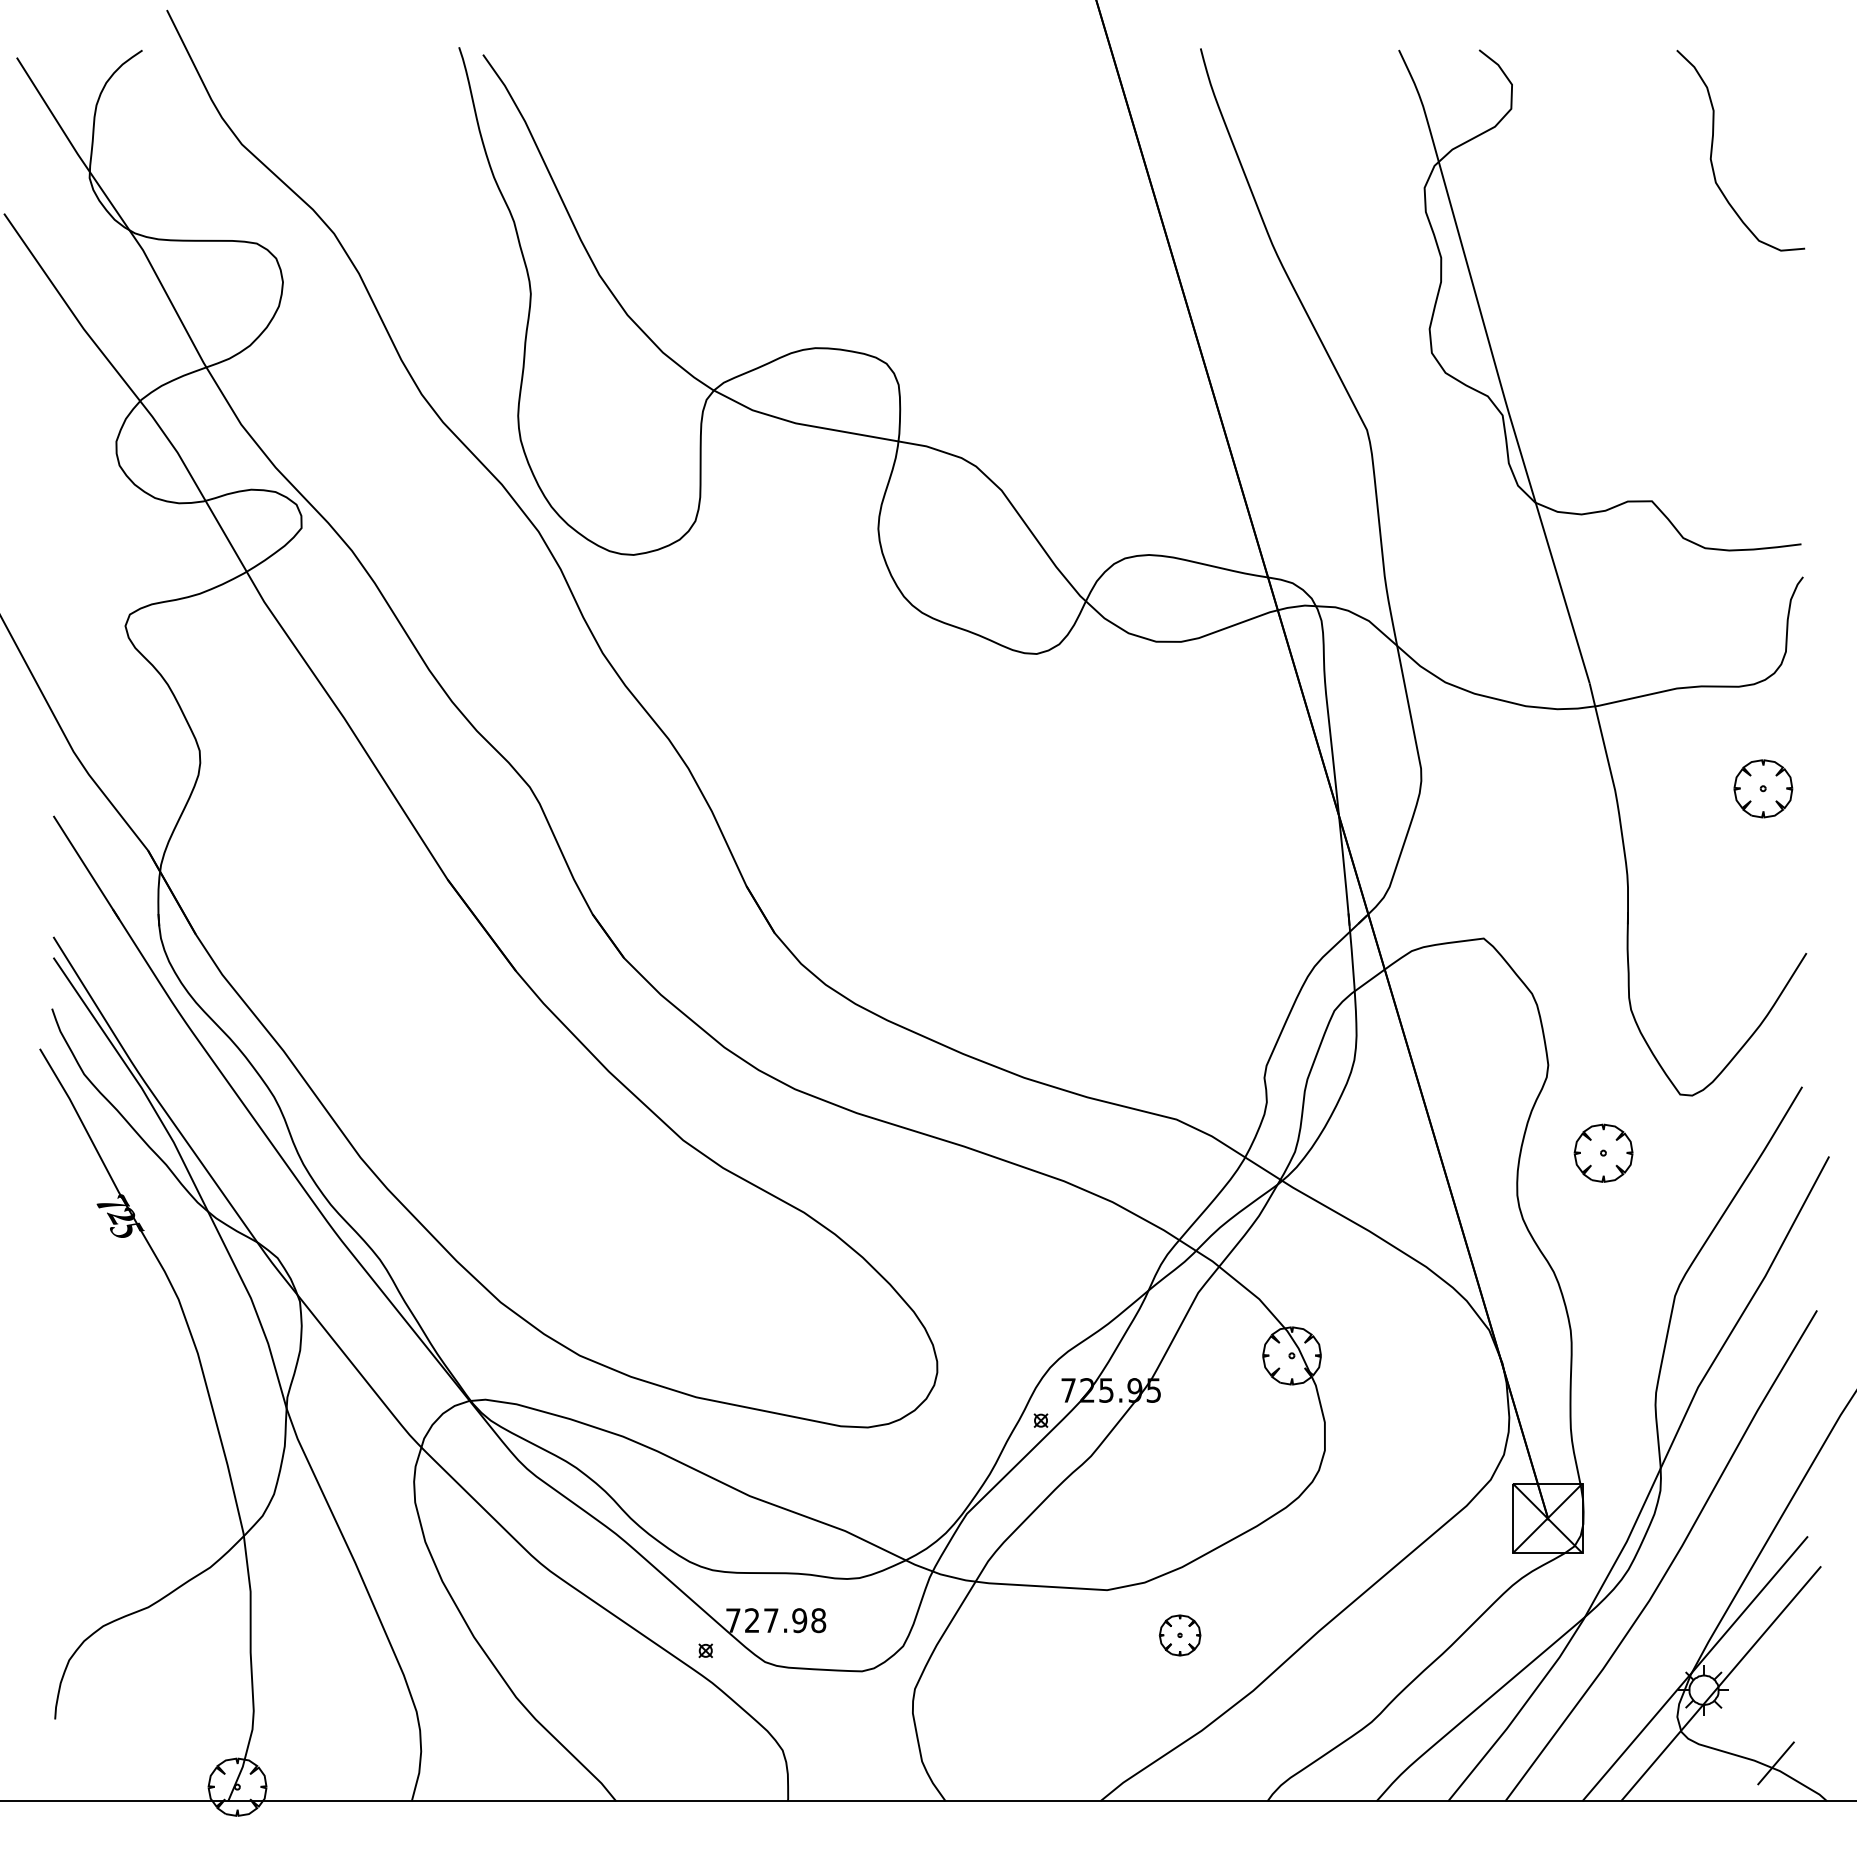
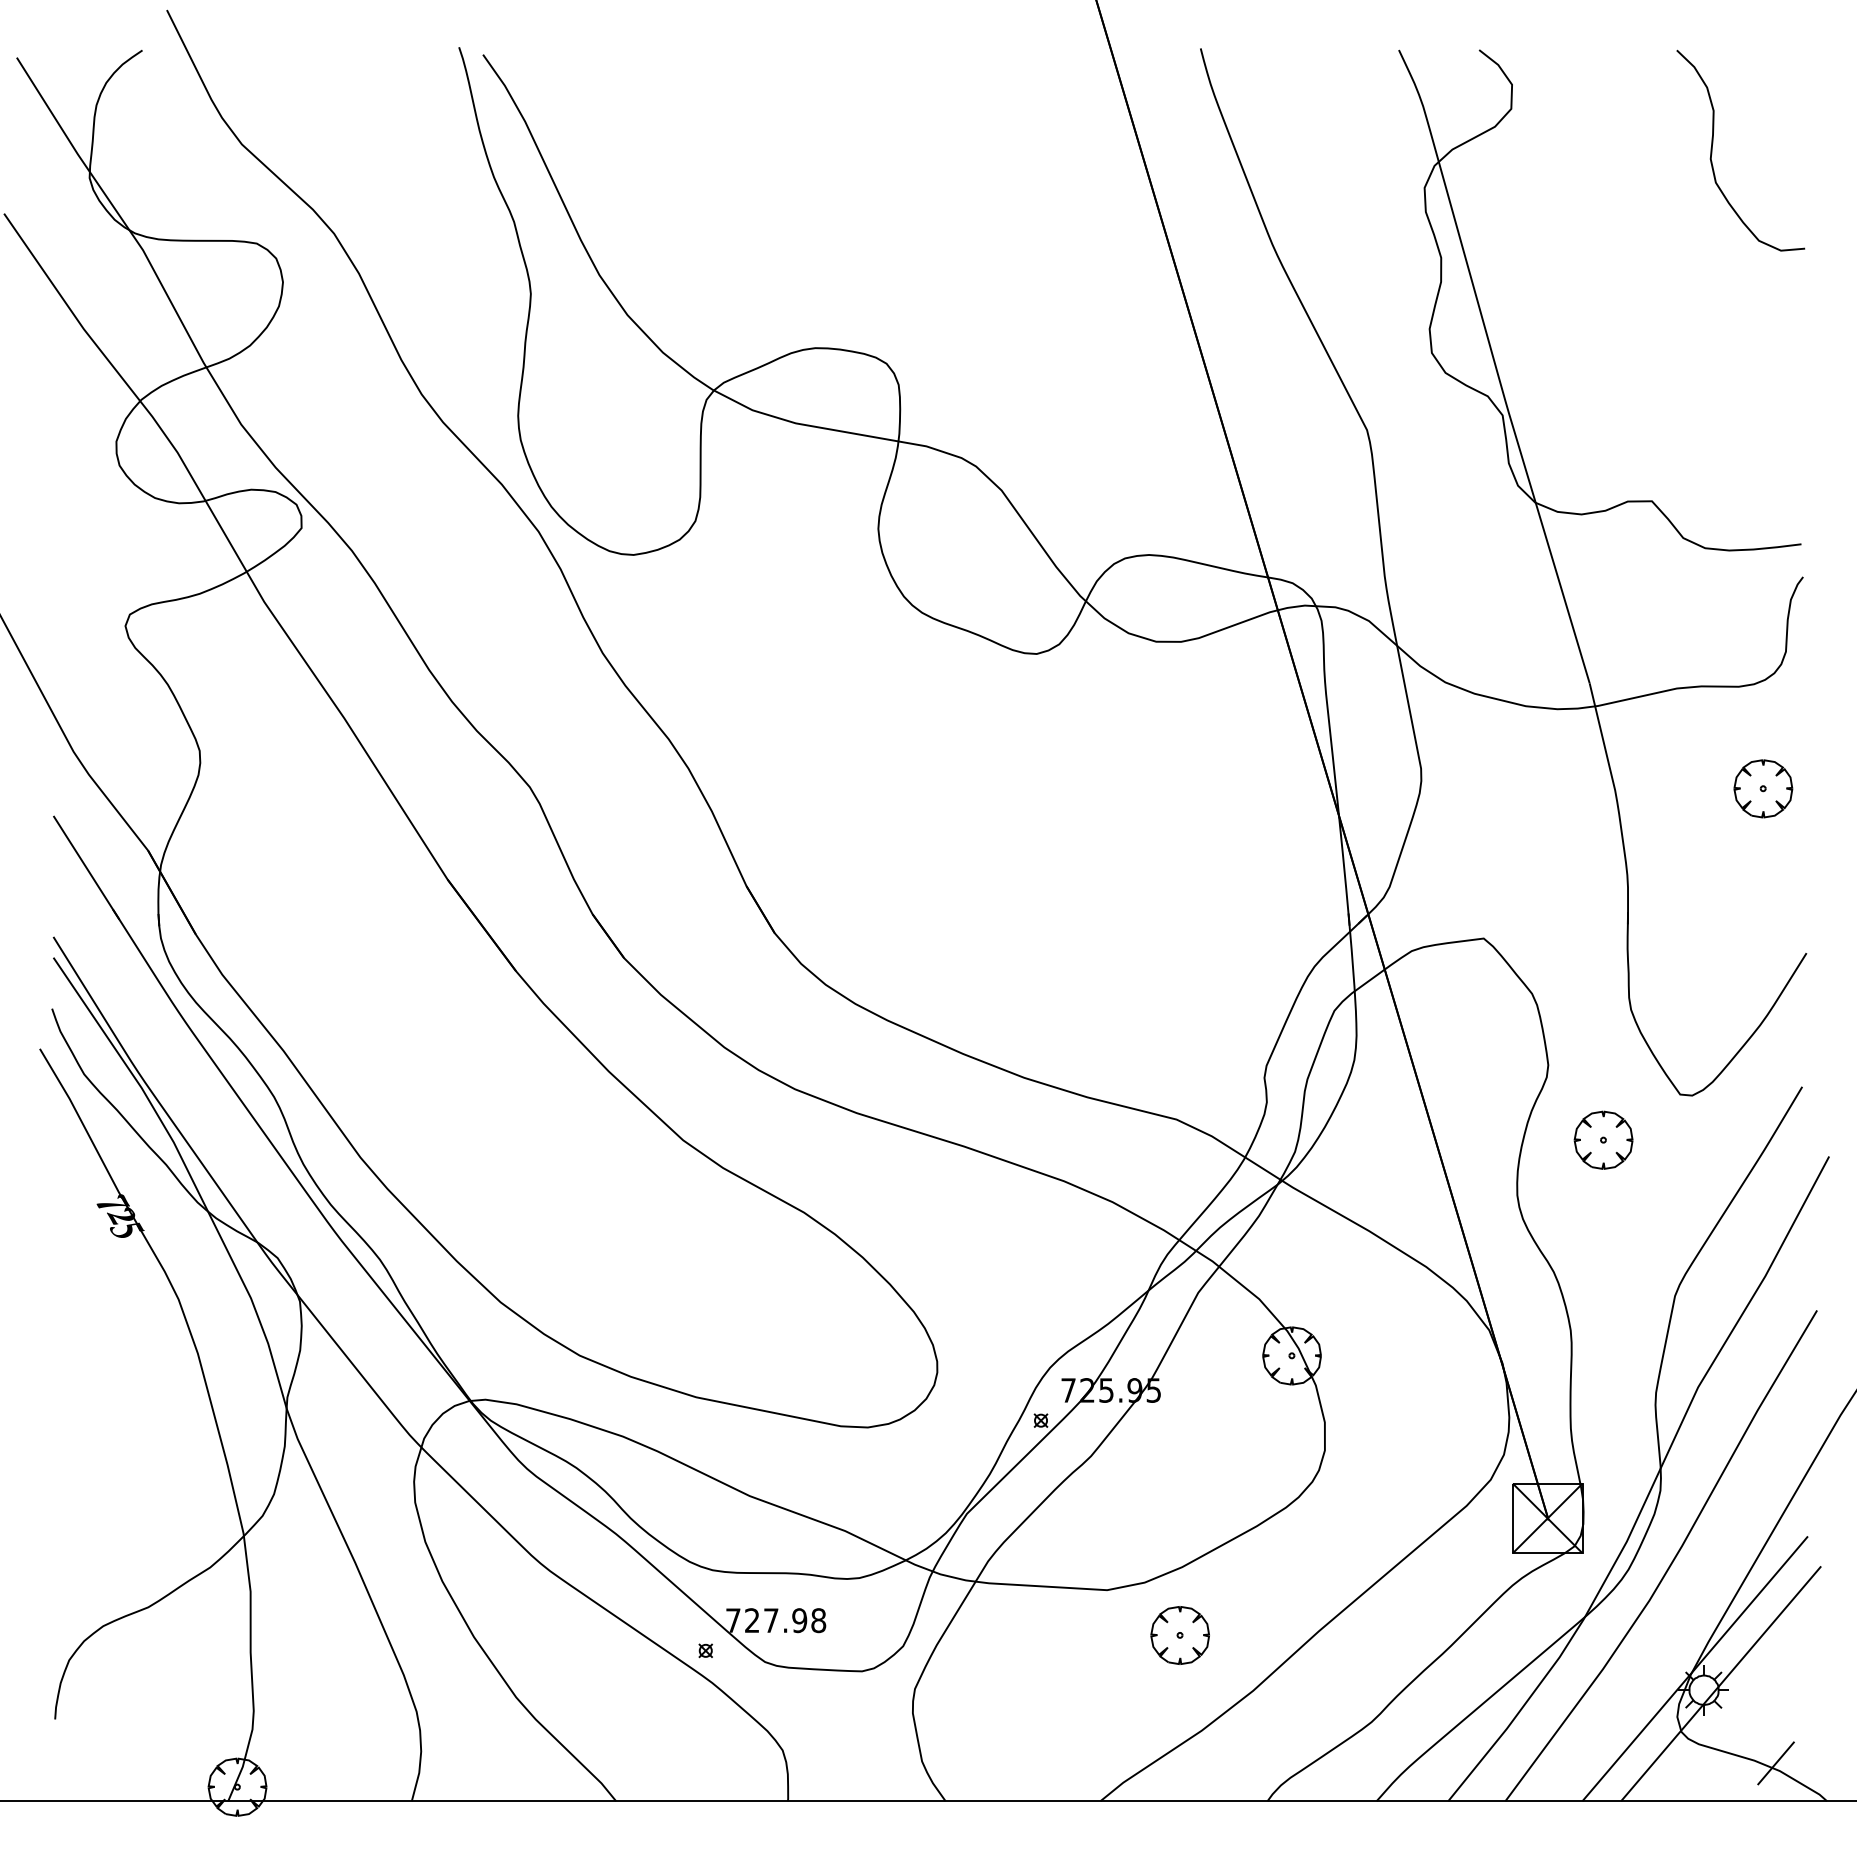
part at (1603, 1152) position: (1603, 1152) -> (1603, 1139)
part at (1179, 1635) size: 44x43 px -> 60x59 px
